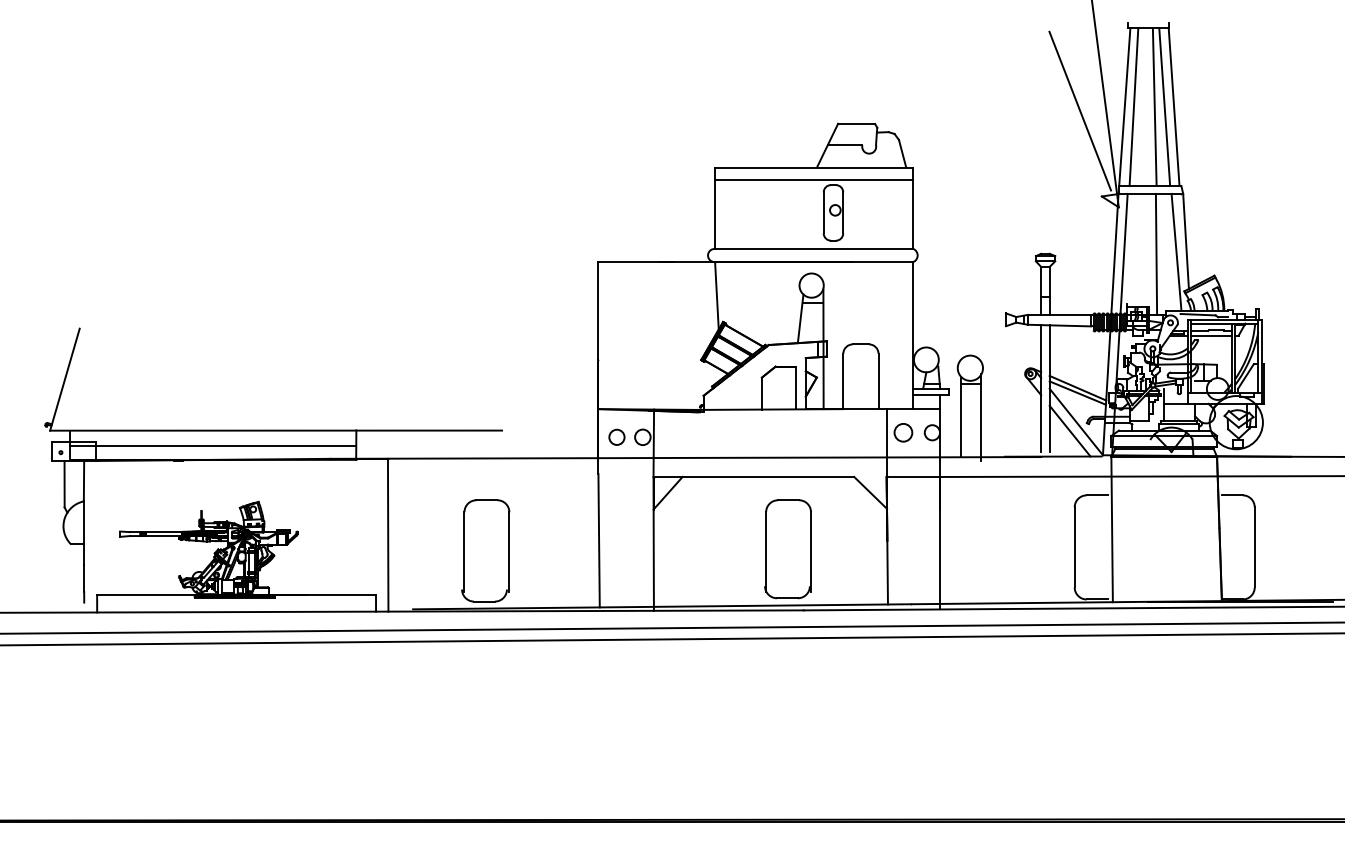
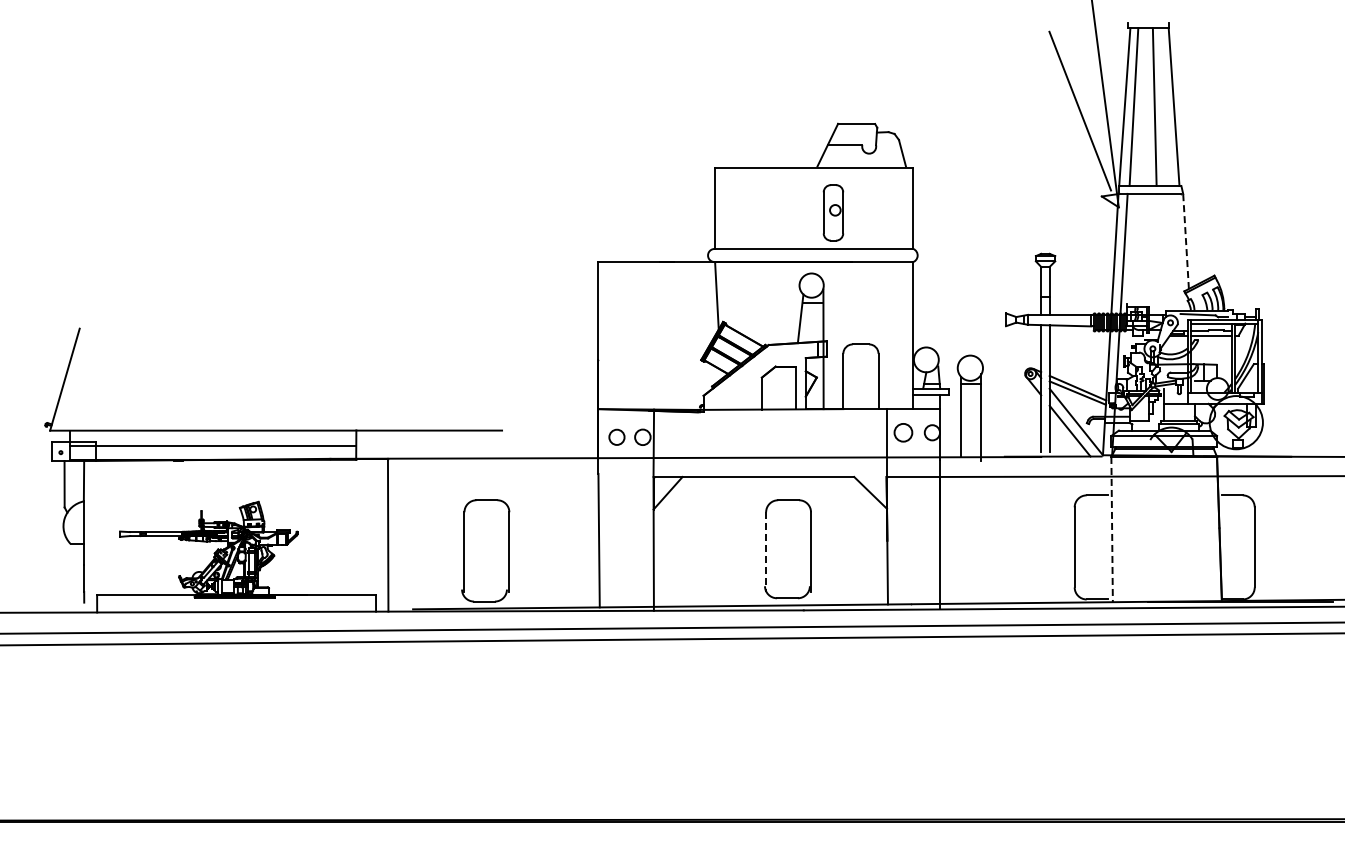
line at (1164, 107): present -> none
line at (814, 179): present -> none
line at (1186, 241): solid -> dashed
line at (1176, 251): present -> none
line at (1156, 253): present -> none
line at (1112, 529): solid -> dashed
line at (766, 552): solid -> dashed
